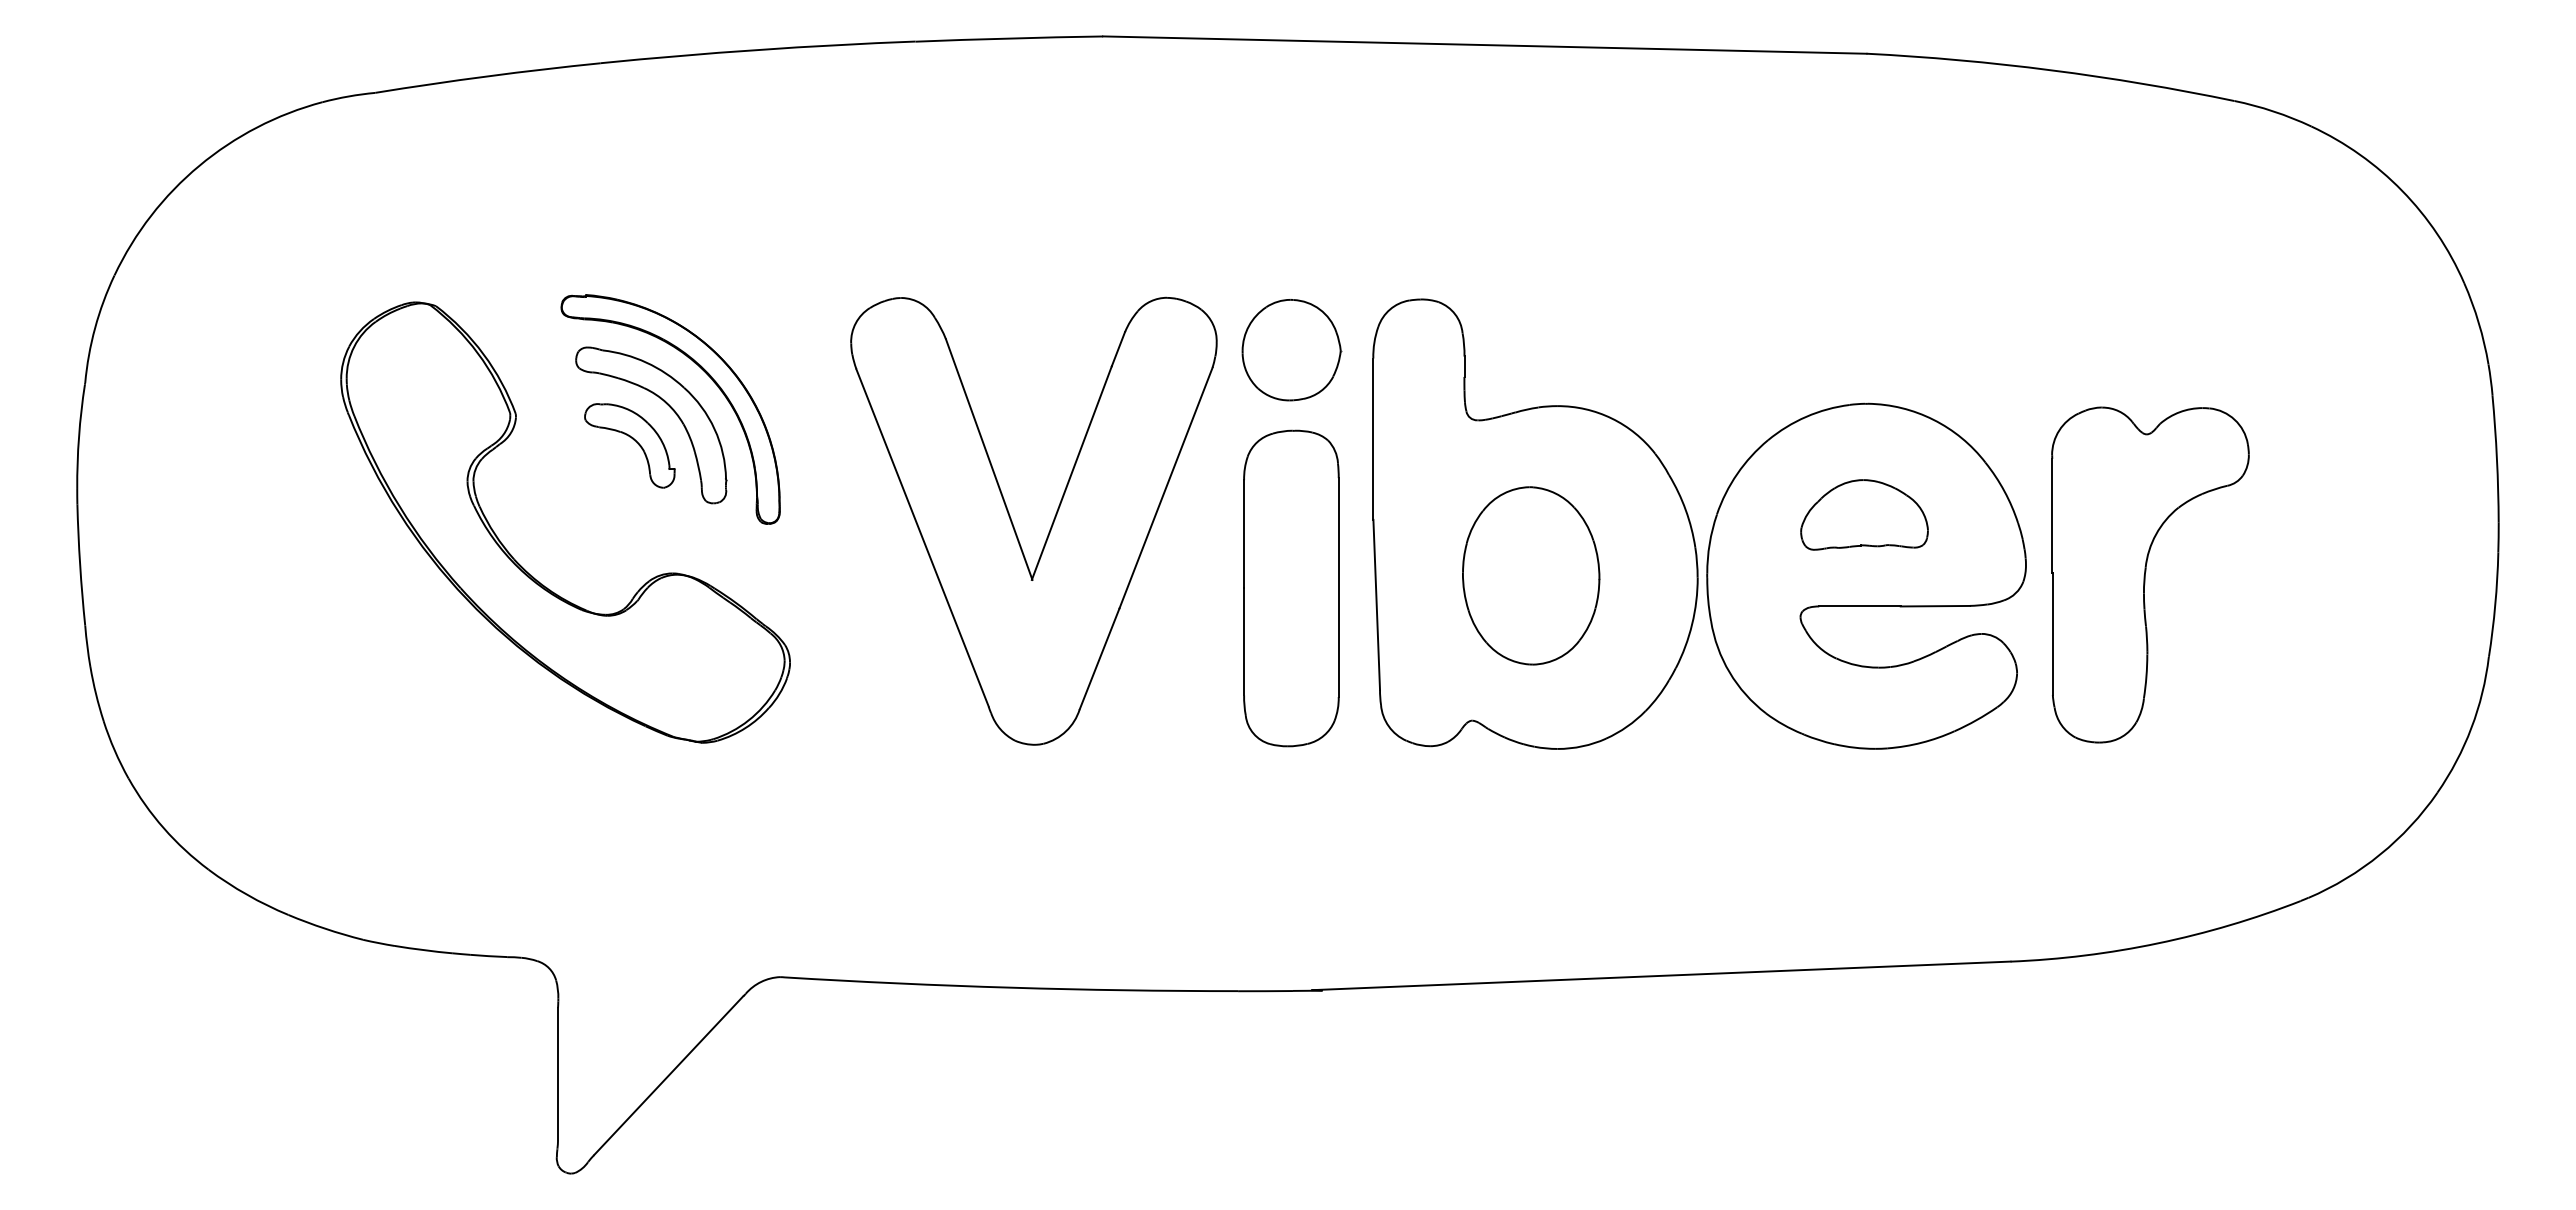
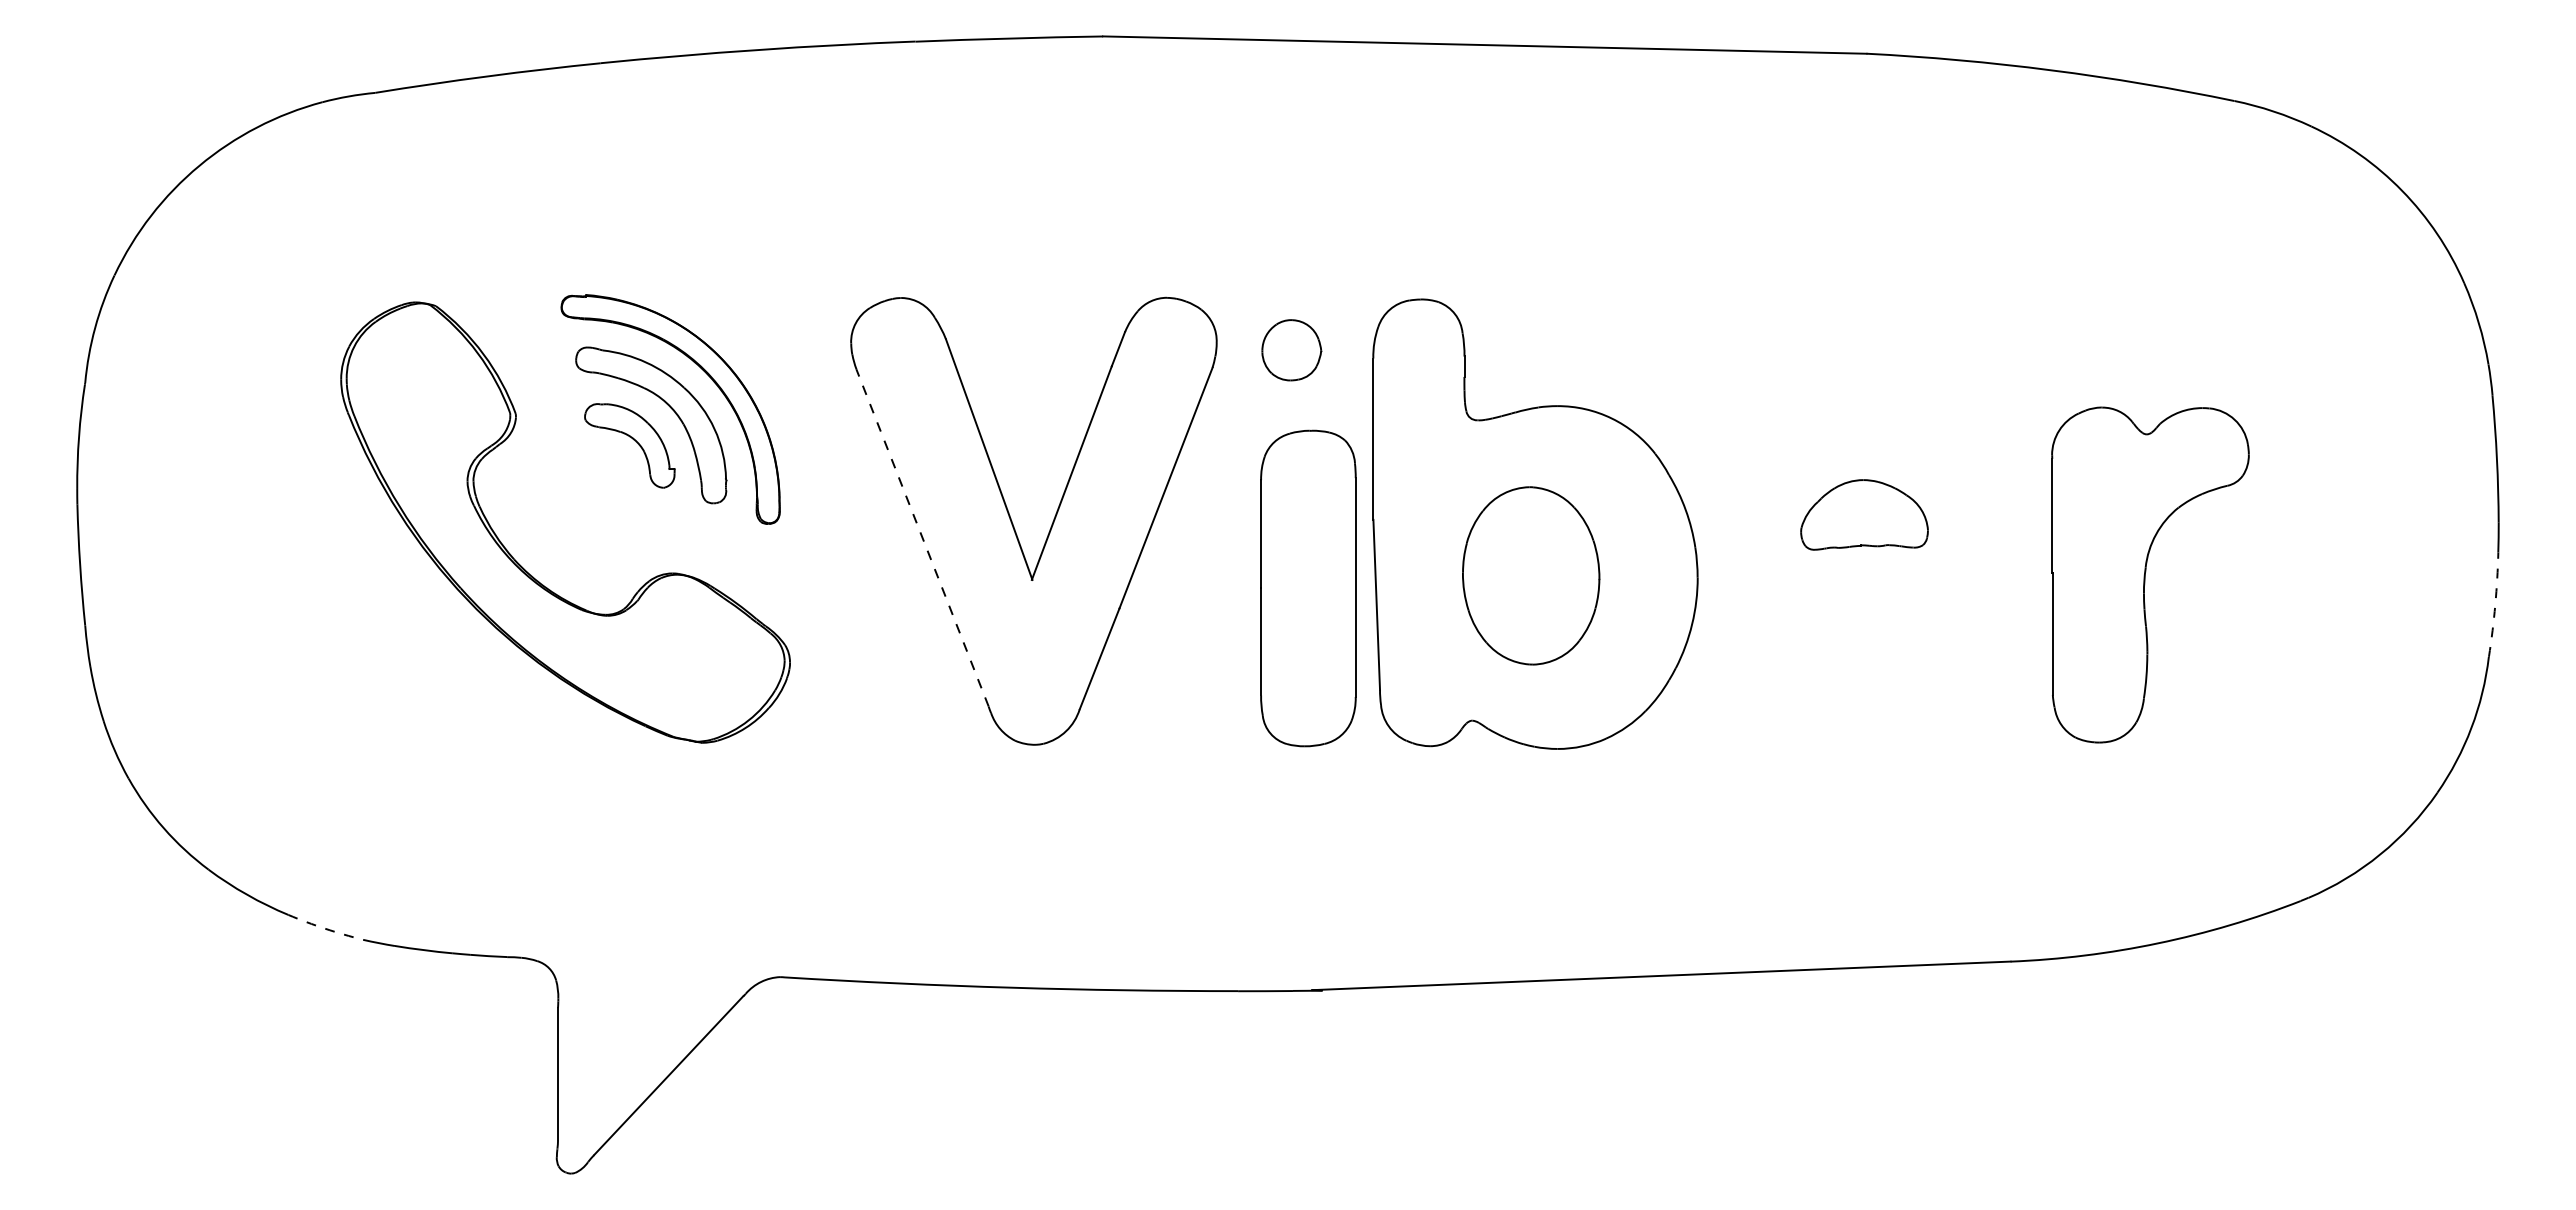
part at (1291, 350) size: 102x103 px -> 62x63 px
line at (922, 537): solid -> dashed
part at (1866, 575): present -> none
part at (1291, 588) position: (1291, 588) -> (1308, 588)
arc at (2495, 604): solid -> dashed
arc at (325, 928): solid -> dashed
